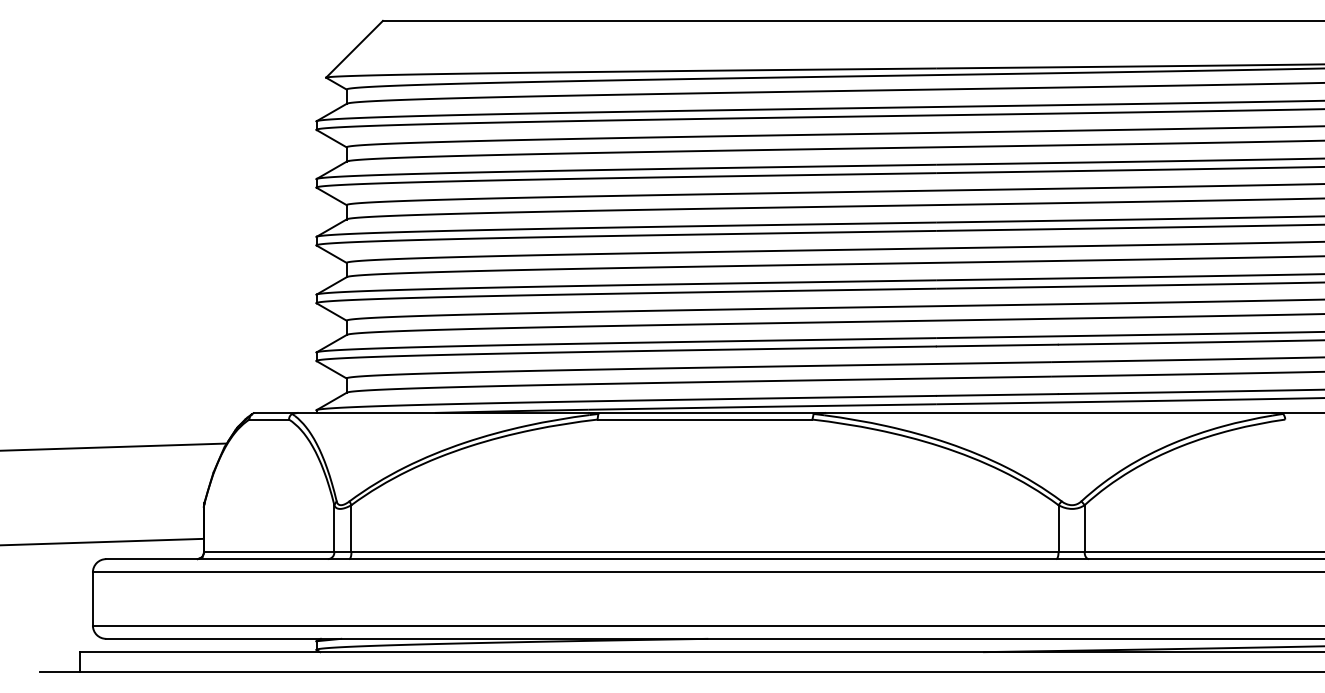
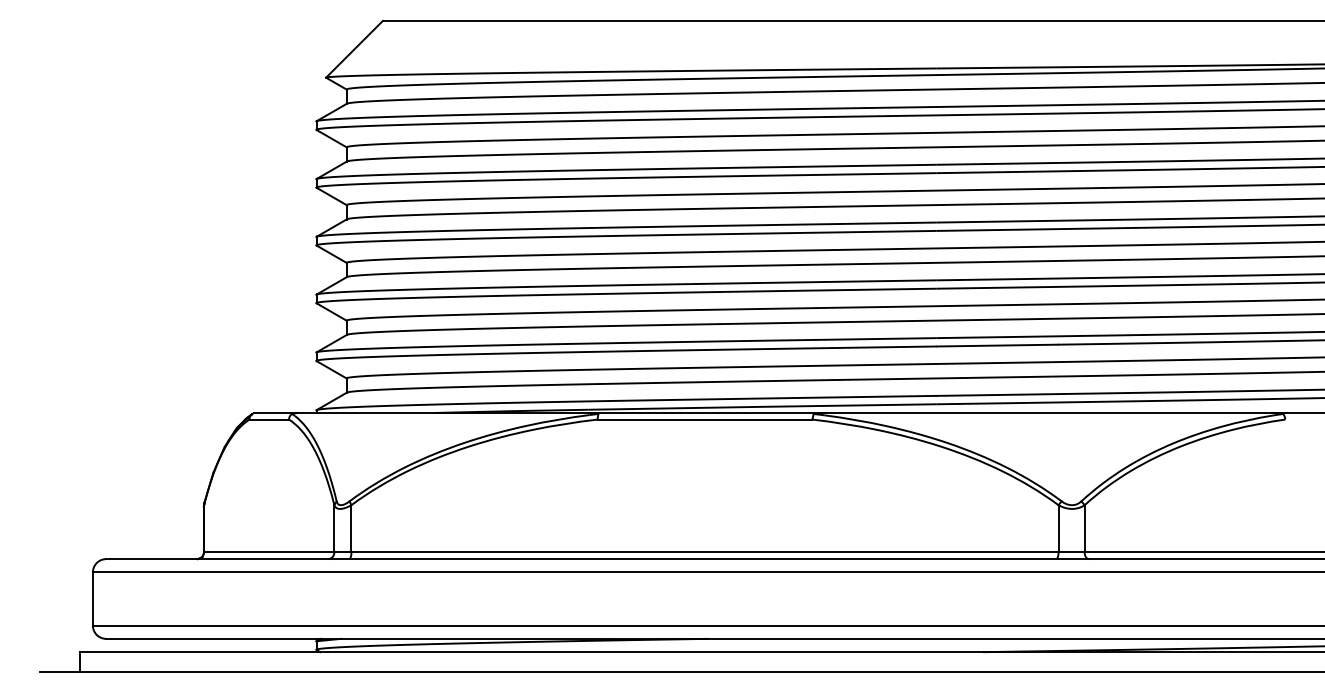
line at (114, 446): present -> none
line at (102, 541): present -> none
